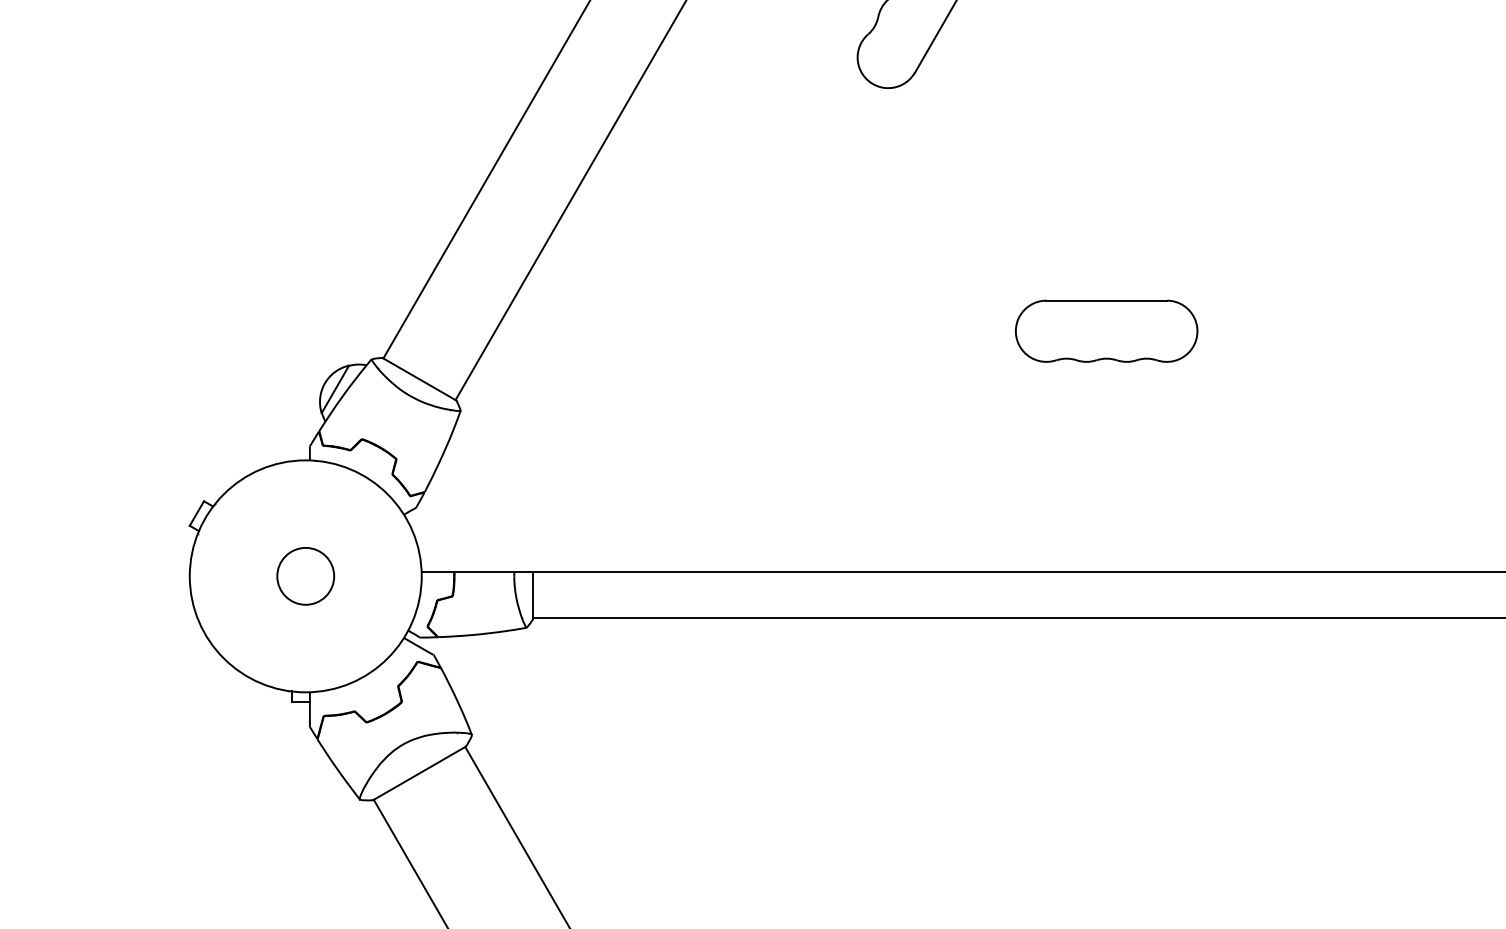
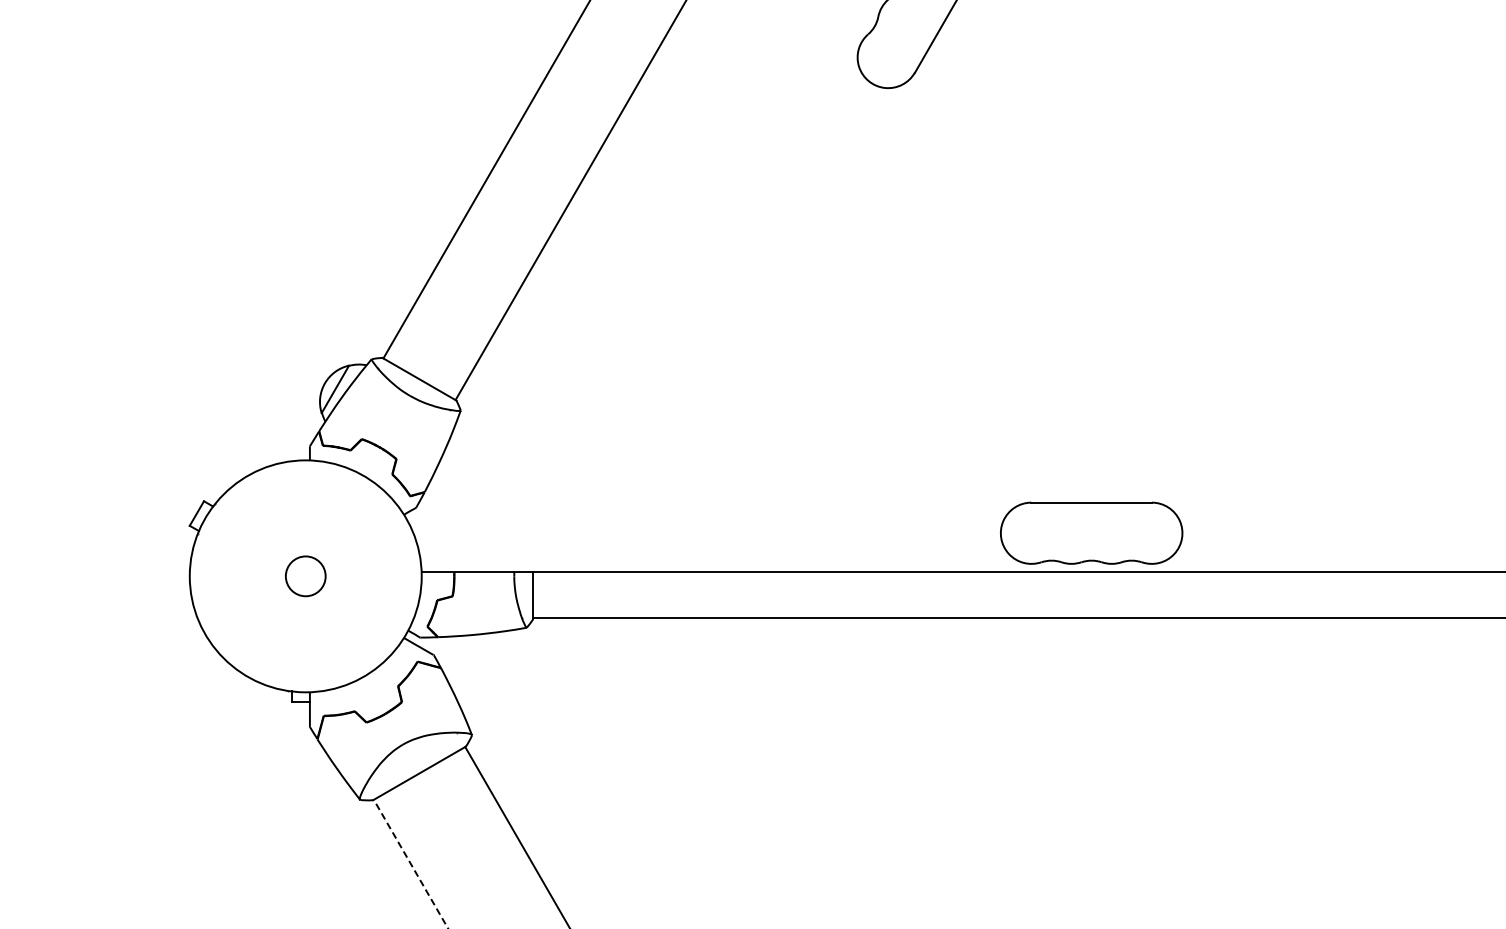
part at (1106, 330) position: (1106, 330) -> (1091, 532)
circle at (305, 575) diameter: 57 px -> 40 px
line at (410, 863): solid -> dashed
